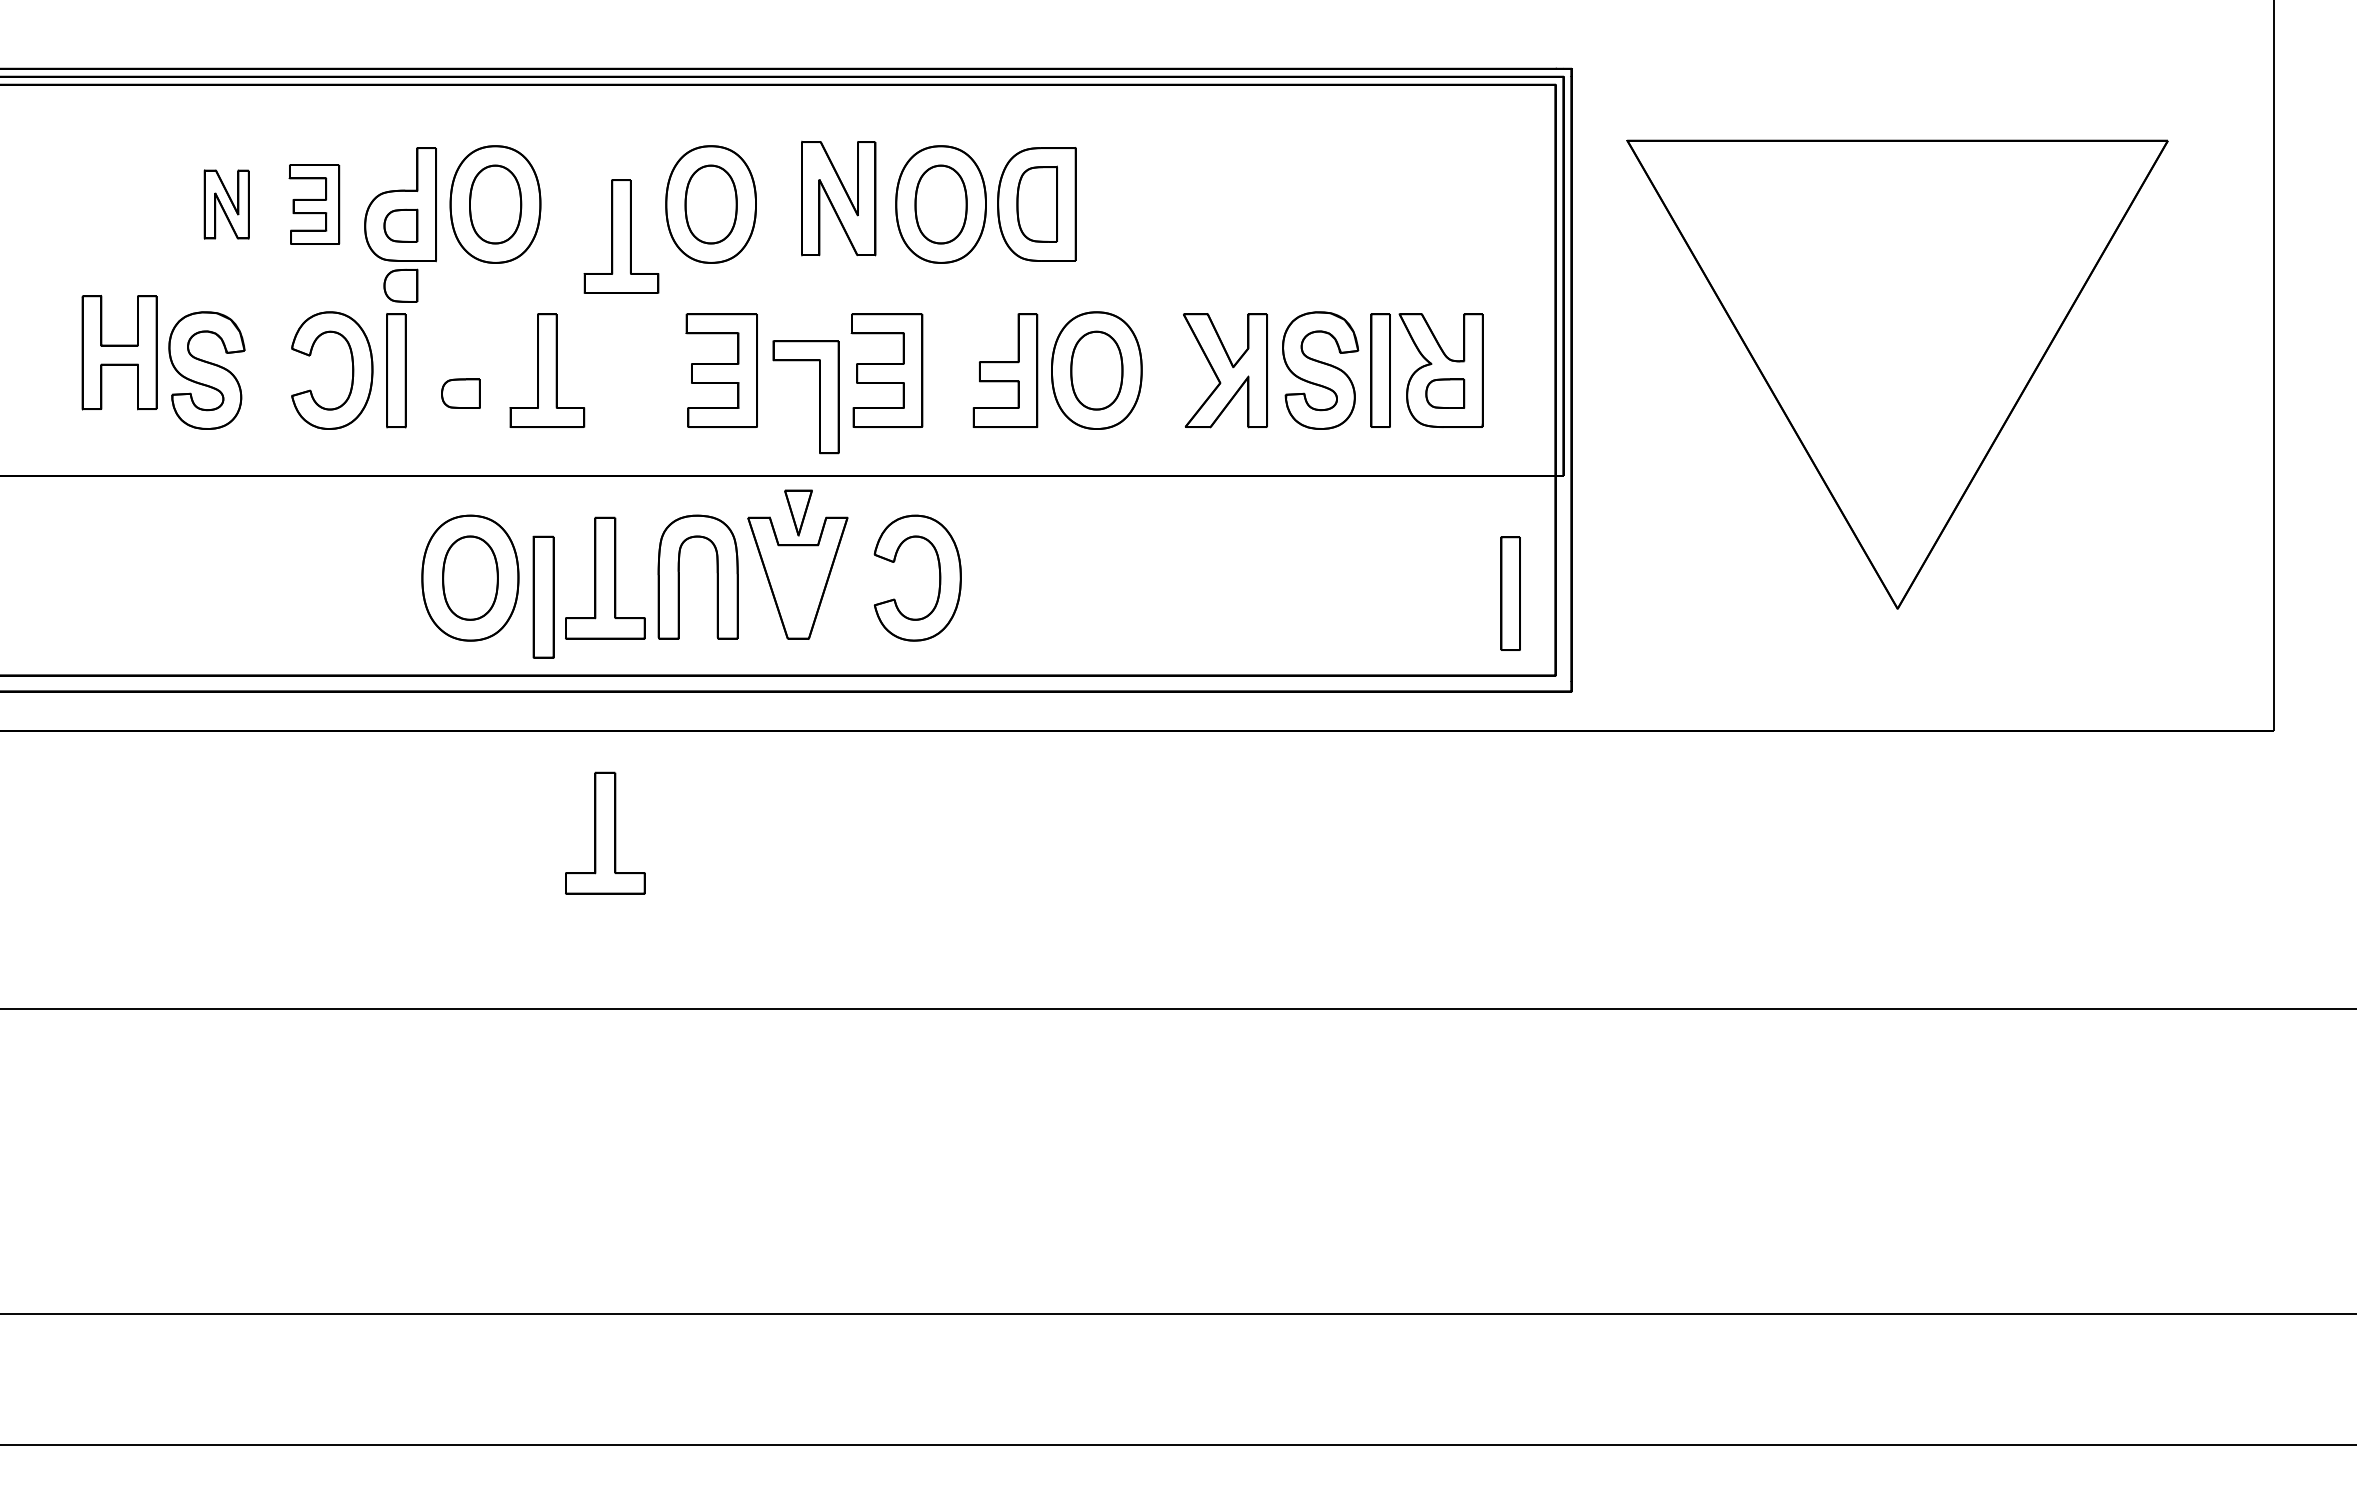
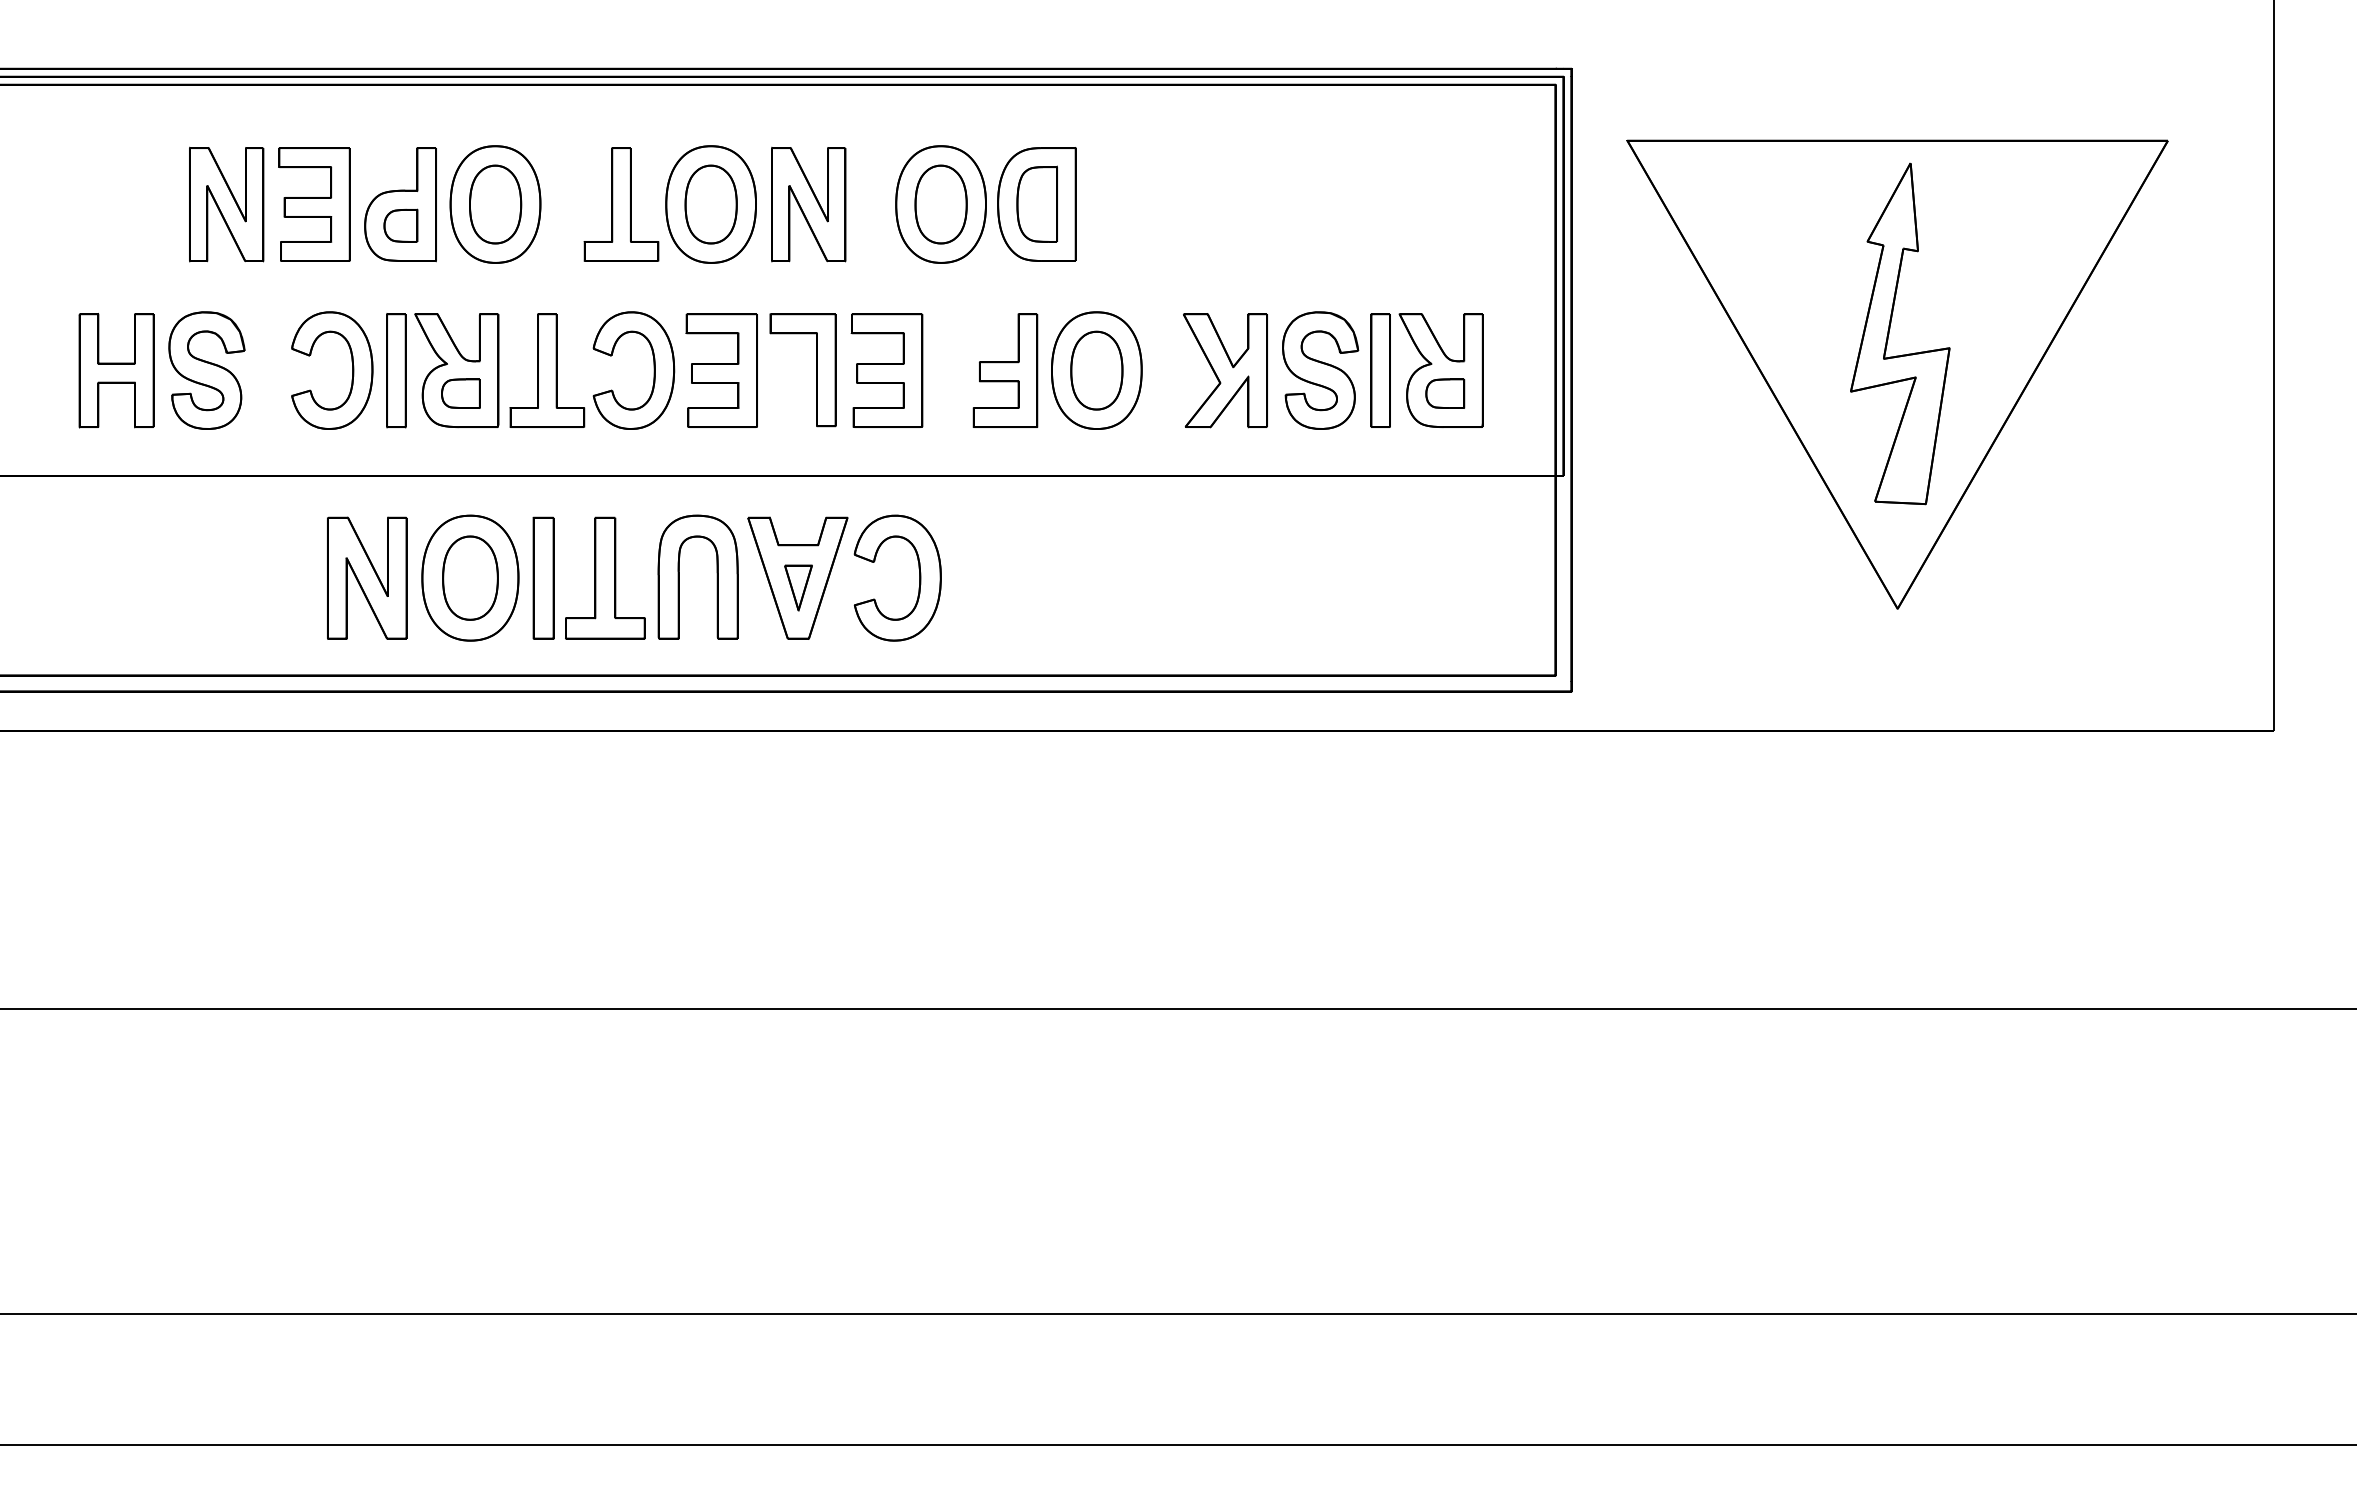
part at (838, 198) position: (838, 198) -> (808, 204)
part at (226, 204) size: 47x71 px -> 76x117 px
part at (314, 204) size: 53x81 px -> 73x115 px
part at (621, 236) position: (621, 236) -> (621, 204)
part at (400, 285): present -> none
part at (1889, 333): none -> present
part at (119, 352) position: (119, 352) -> (116, 370)
part at (456, 370): none -> present
part at (653, 370): none -> present
part at (819, 397) position: (819, 397) -> (816, 370)
part at (798, 512) position: (798, 512) -> (798, 587)
part at (367, 577): none -> present
part at (939, 577) position: (939, 577) -> (919, 577)
part at (1510, 593): present -> none
part at (543, 596) position: (543, 596) -> (543, 577)
part at (605, 832): present -> none
